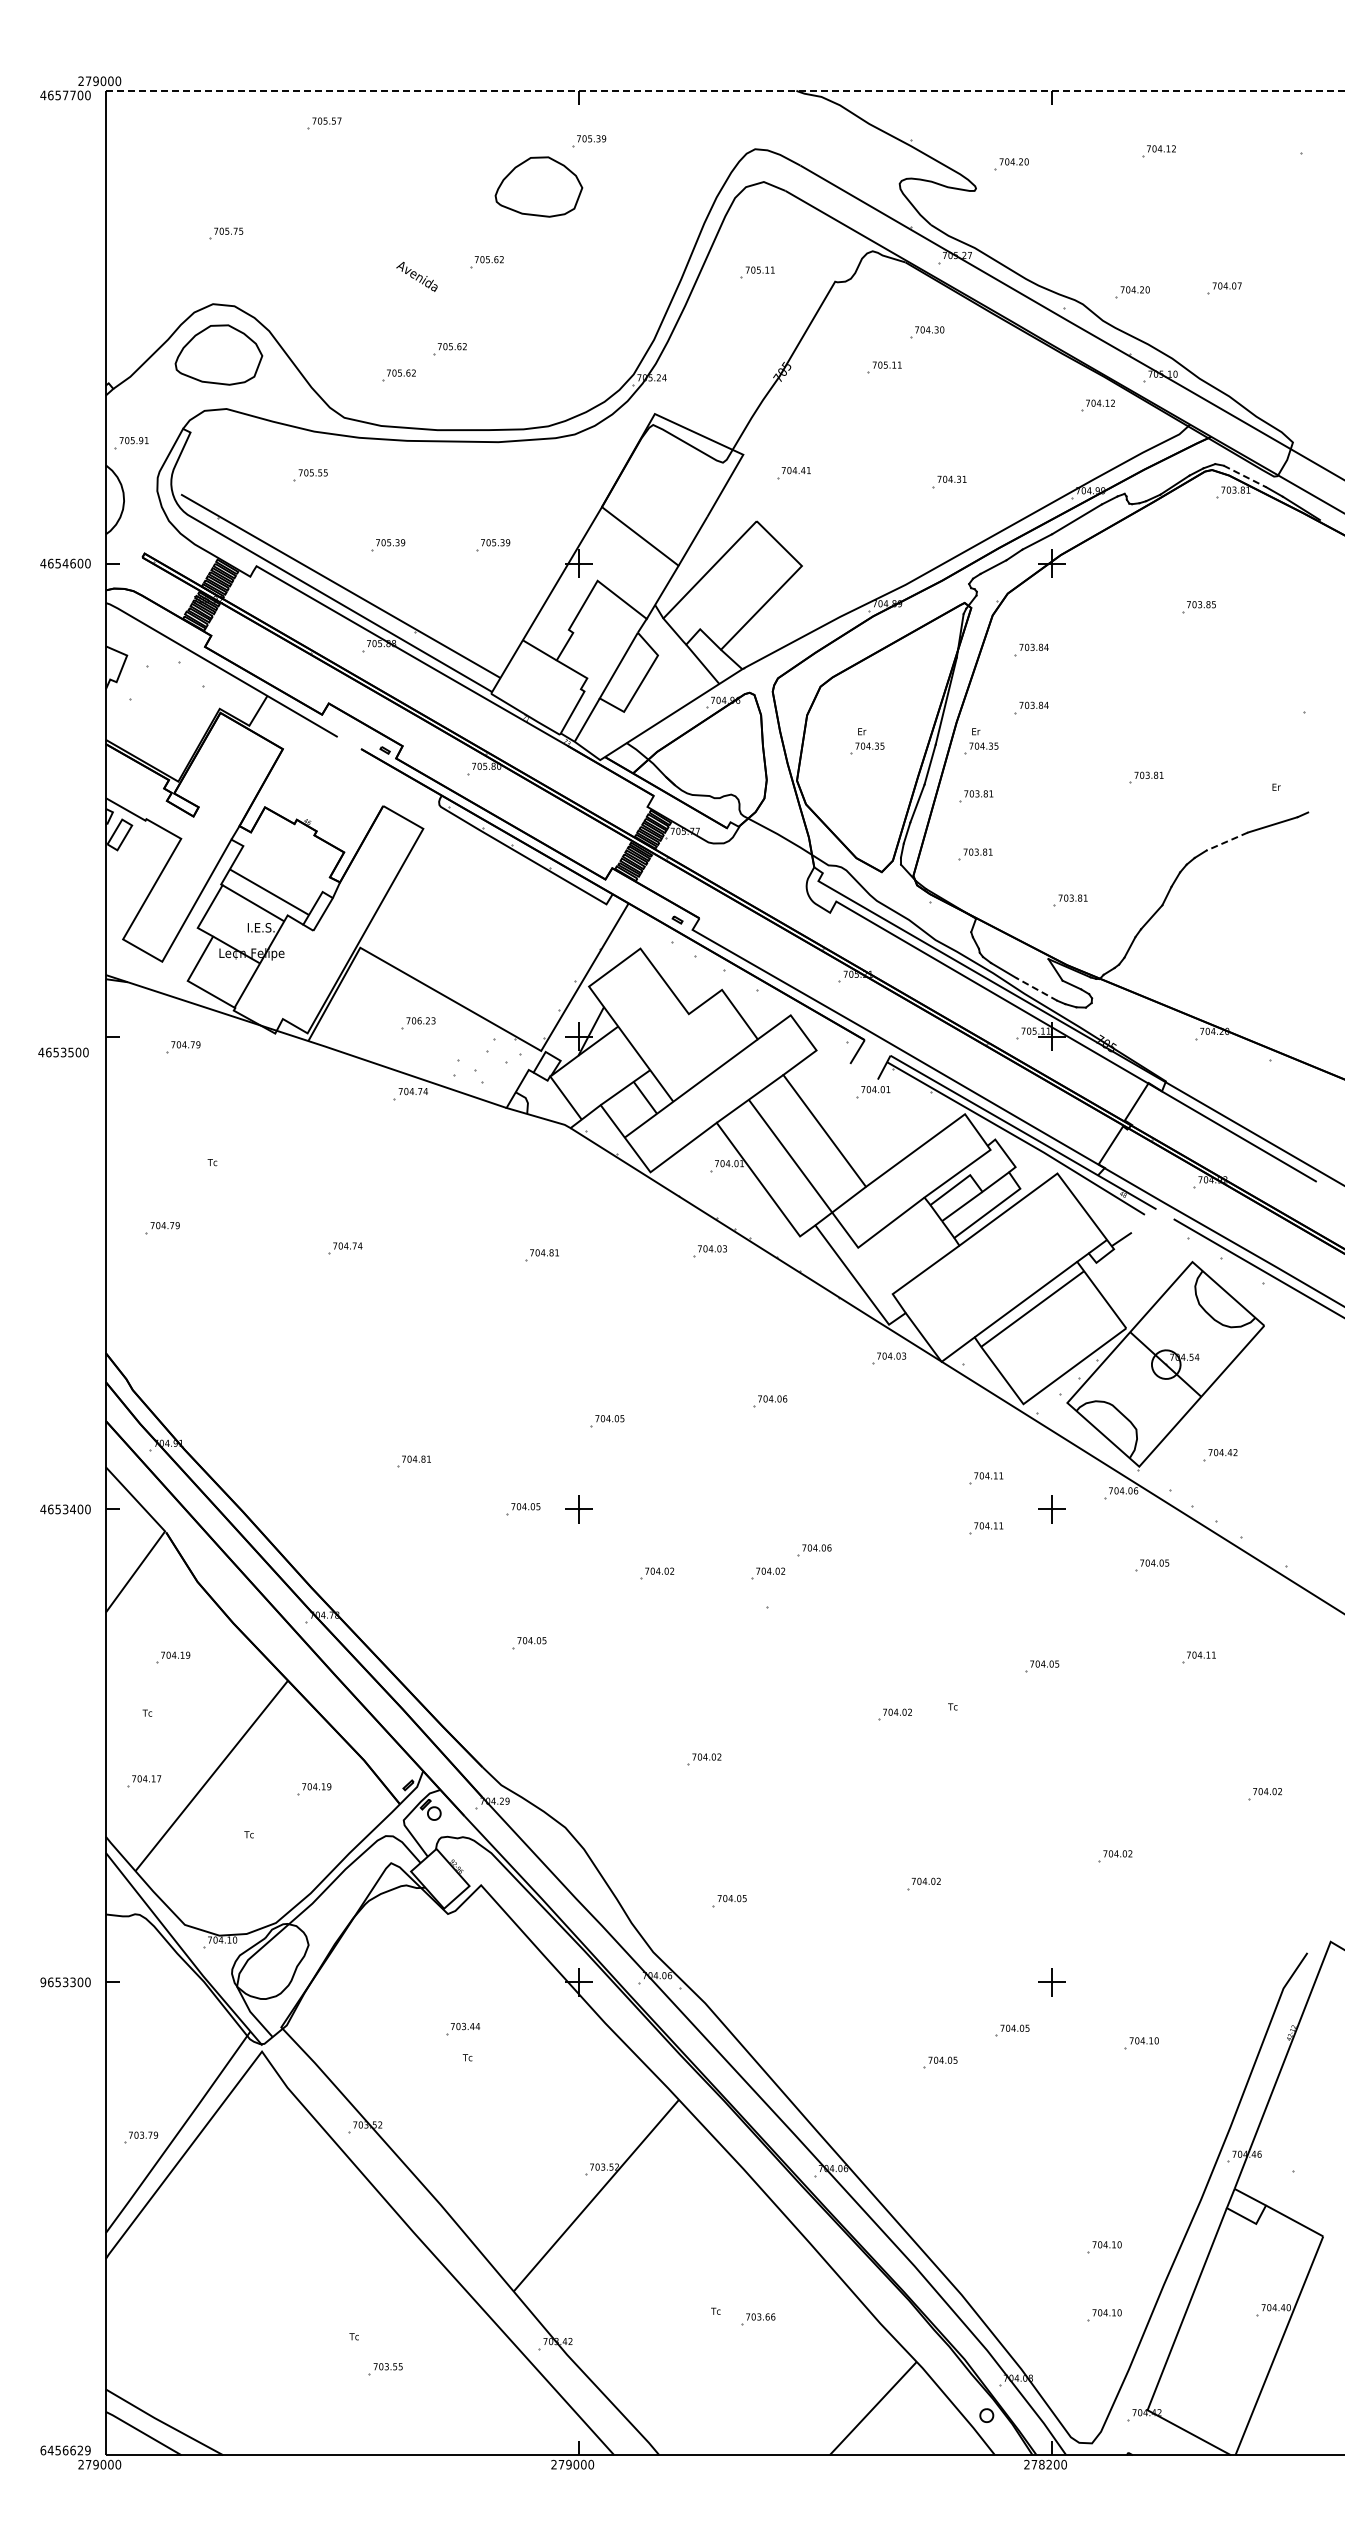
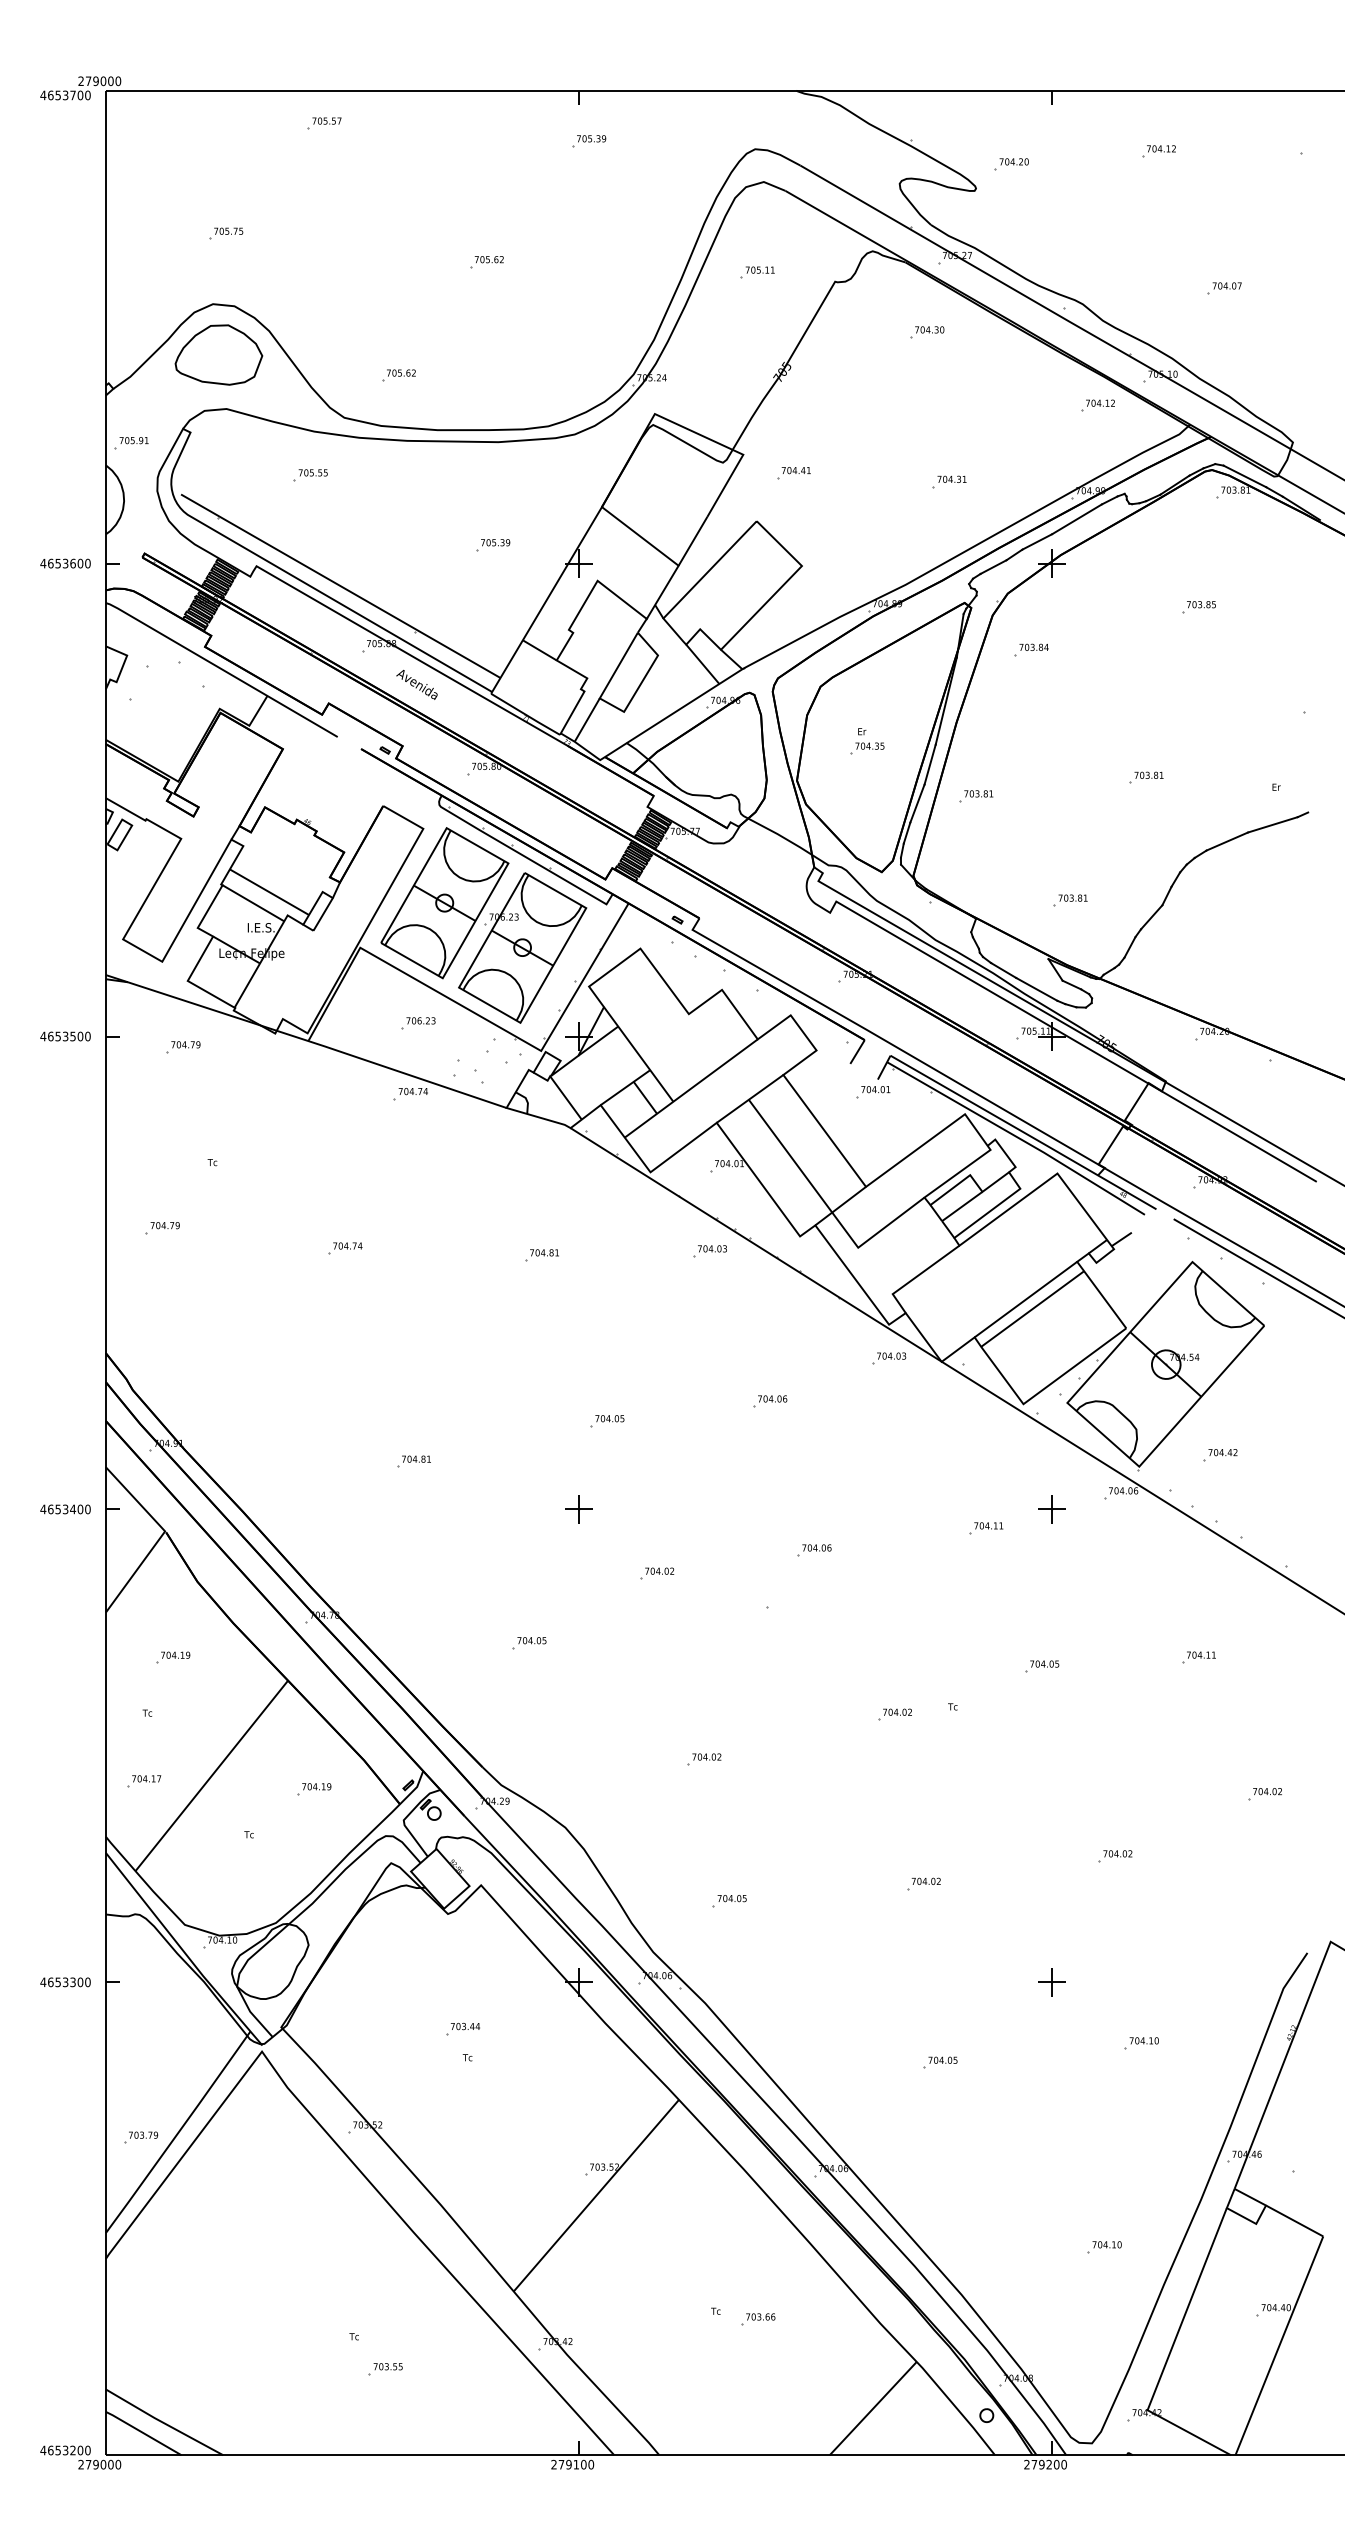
line at (725, 90): dashed -> solid
text at (65, 95): 4657700 -> 4653700
part at (538, 186): present -> none
text at (416, 276) position: (416, 276) -> (416, 684)
part at (1132, 292): present -> none
part at (449, 349): present -> none
part at (884, 367): present -> none
line at (1244, 476): dashed -> solid
part at (388, 545): present -> none
text at (65, 563): 4654600 -> 4653600
part at (1031, 707): present -> none
part at (981, 741): present -> none
line at (1227, 841): dashed -> solid
part at (975, 854): present -> none
part at (483, 925): none -> present
line at (1036, 989): dashed -> solid
text at (63, 1052) position: (63, 1052) -> (65, 1036)
part at (986, 1478): present -> none
part at (523, 1509): present -> none
part at (1152, 1565): present -> none
part at (768, 1573): present -> none
text at (43, 1982): 9653300 -> 4653300
part at (1012, 2030): present -> none
part at (1104, 2315): present -> none
text at (65, 2450): 6456629 -> 4653200
text at (576, 2464): 279000 -> 279100
text at (1041, 2464): 278200 -> 279200
